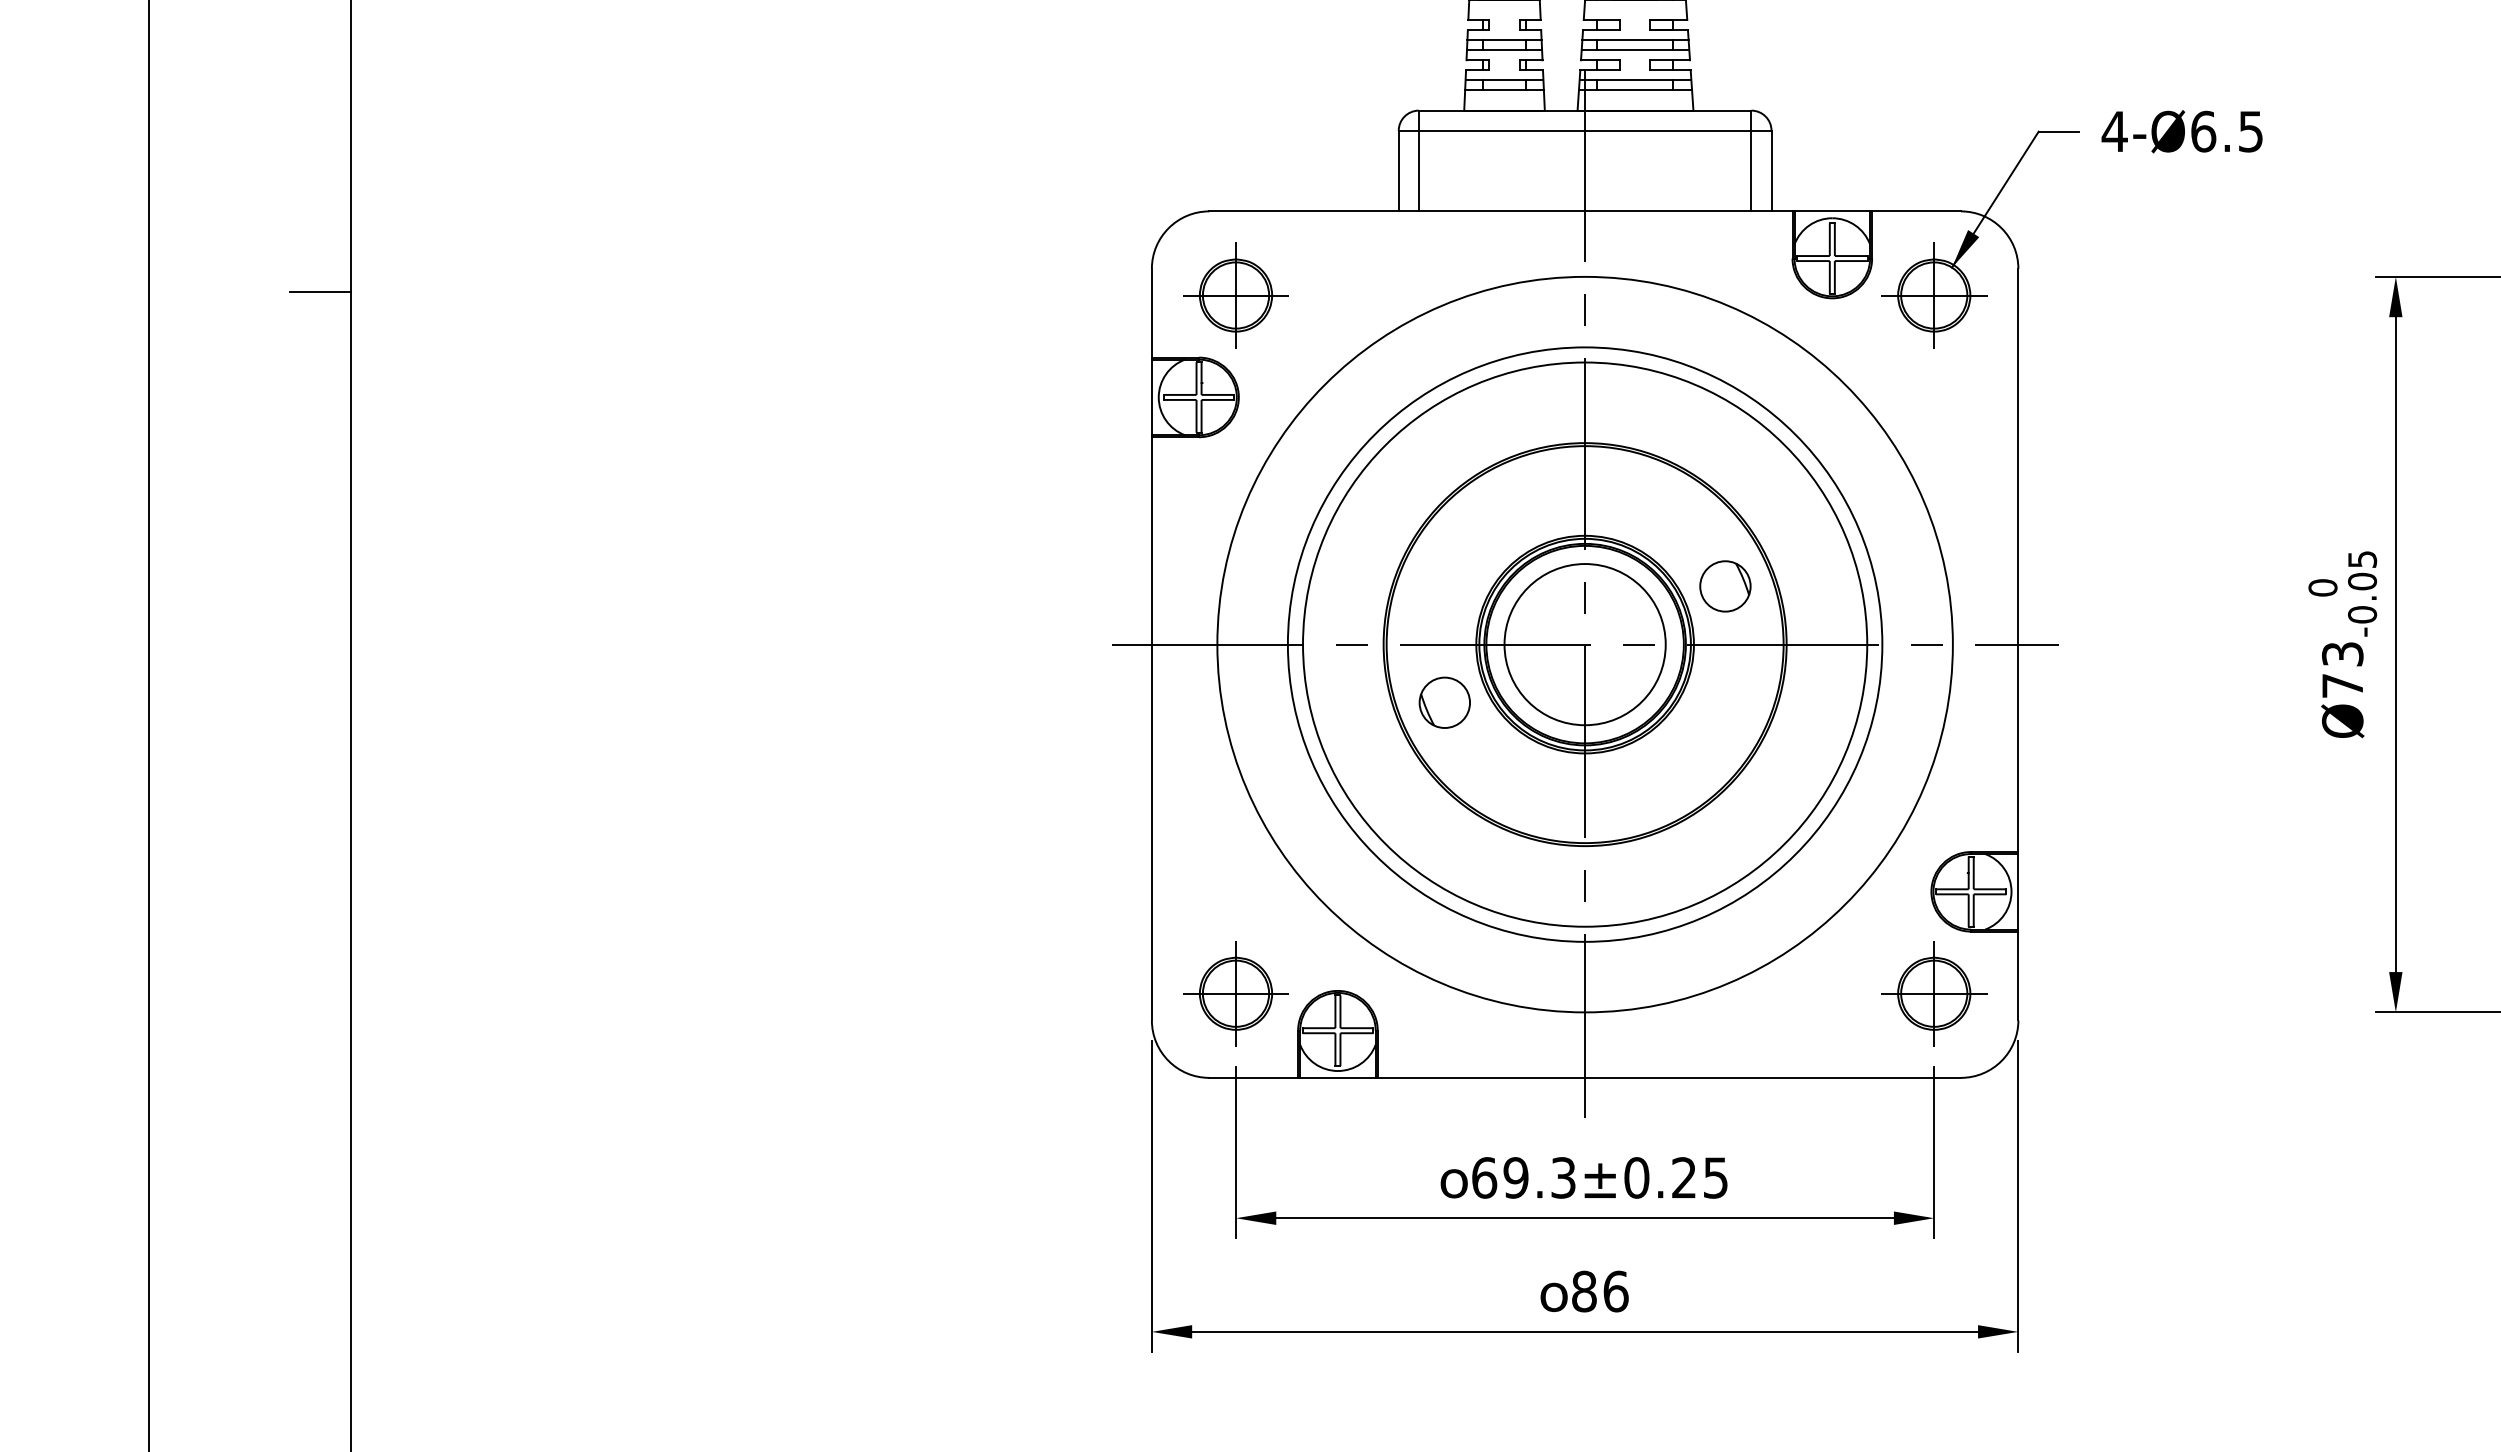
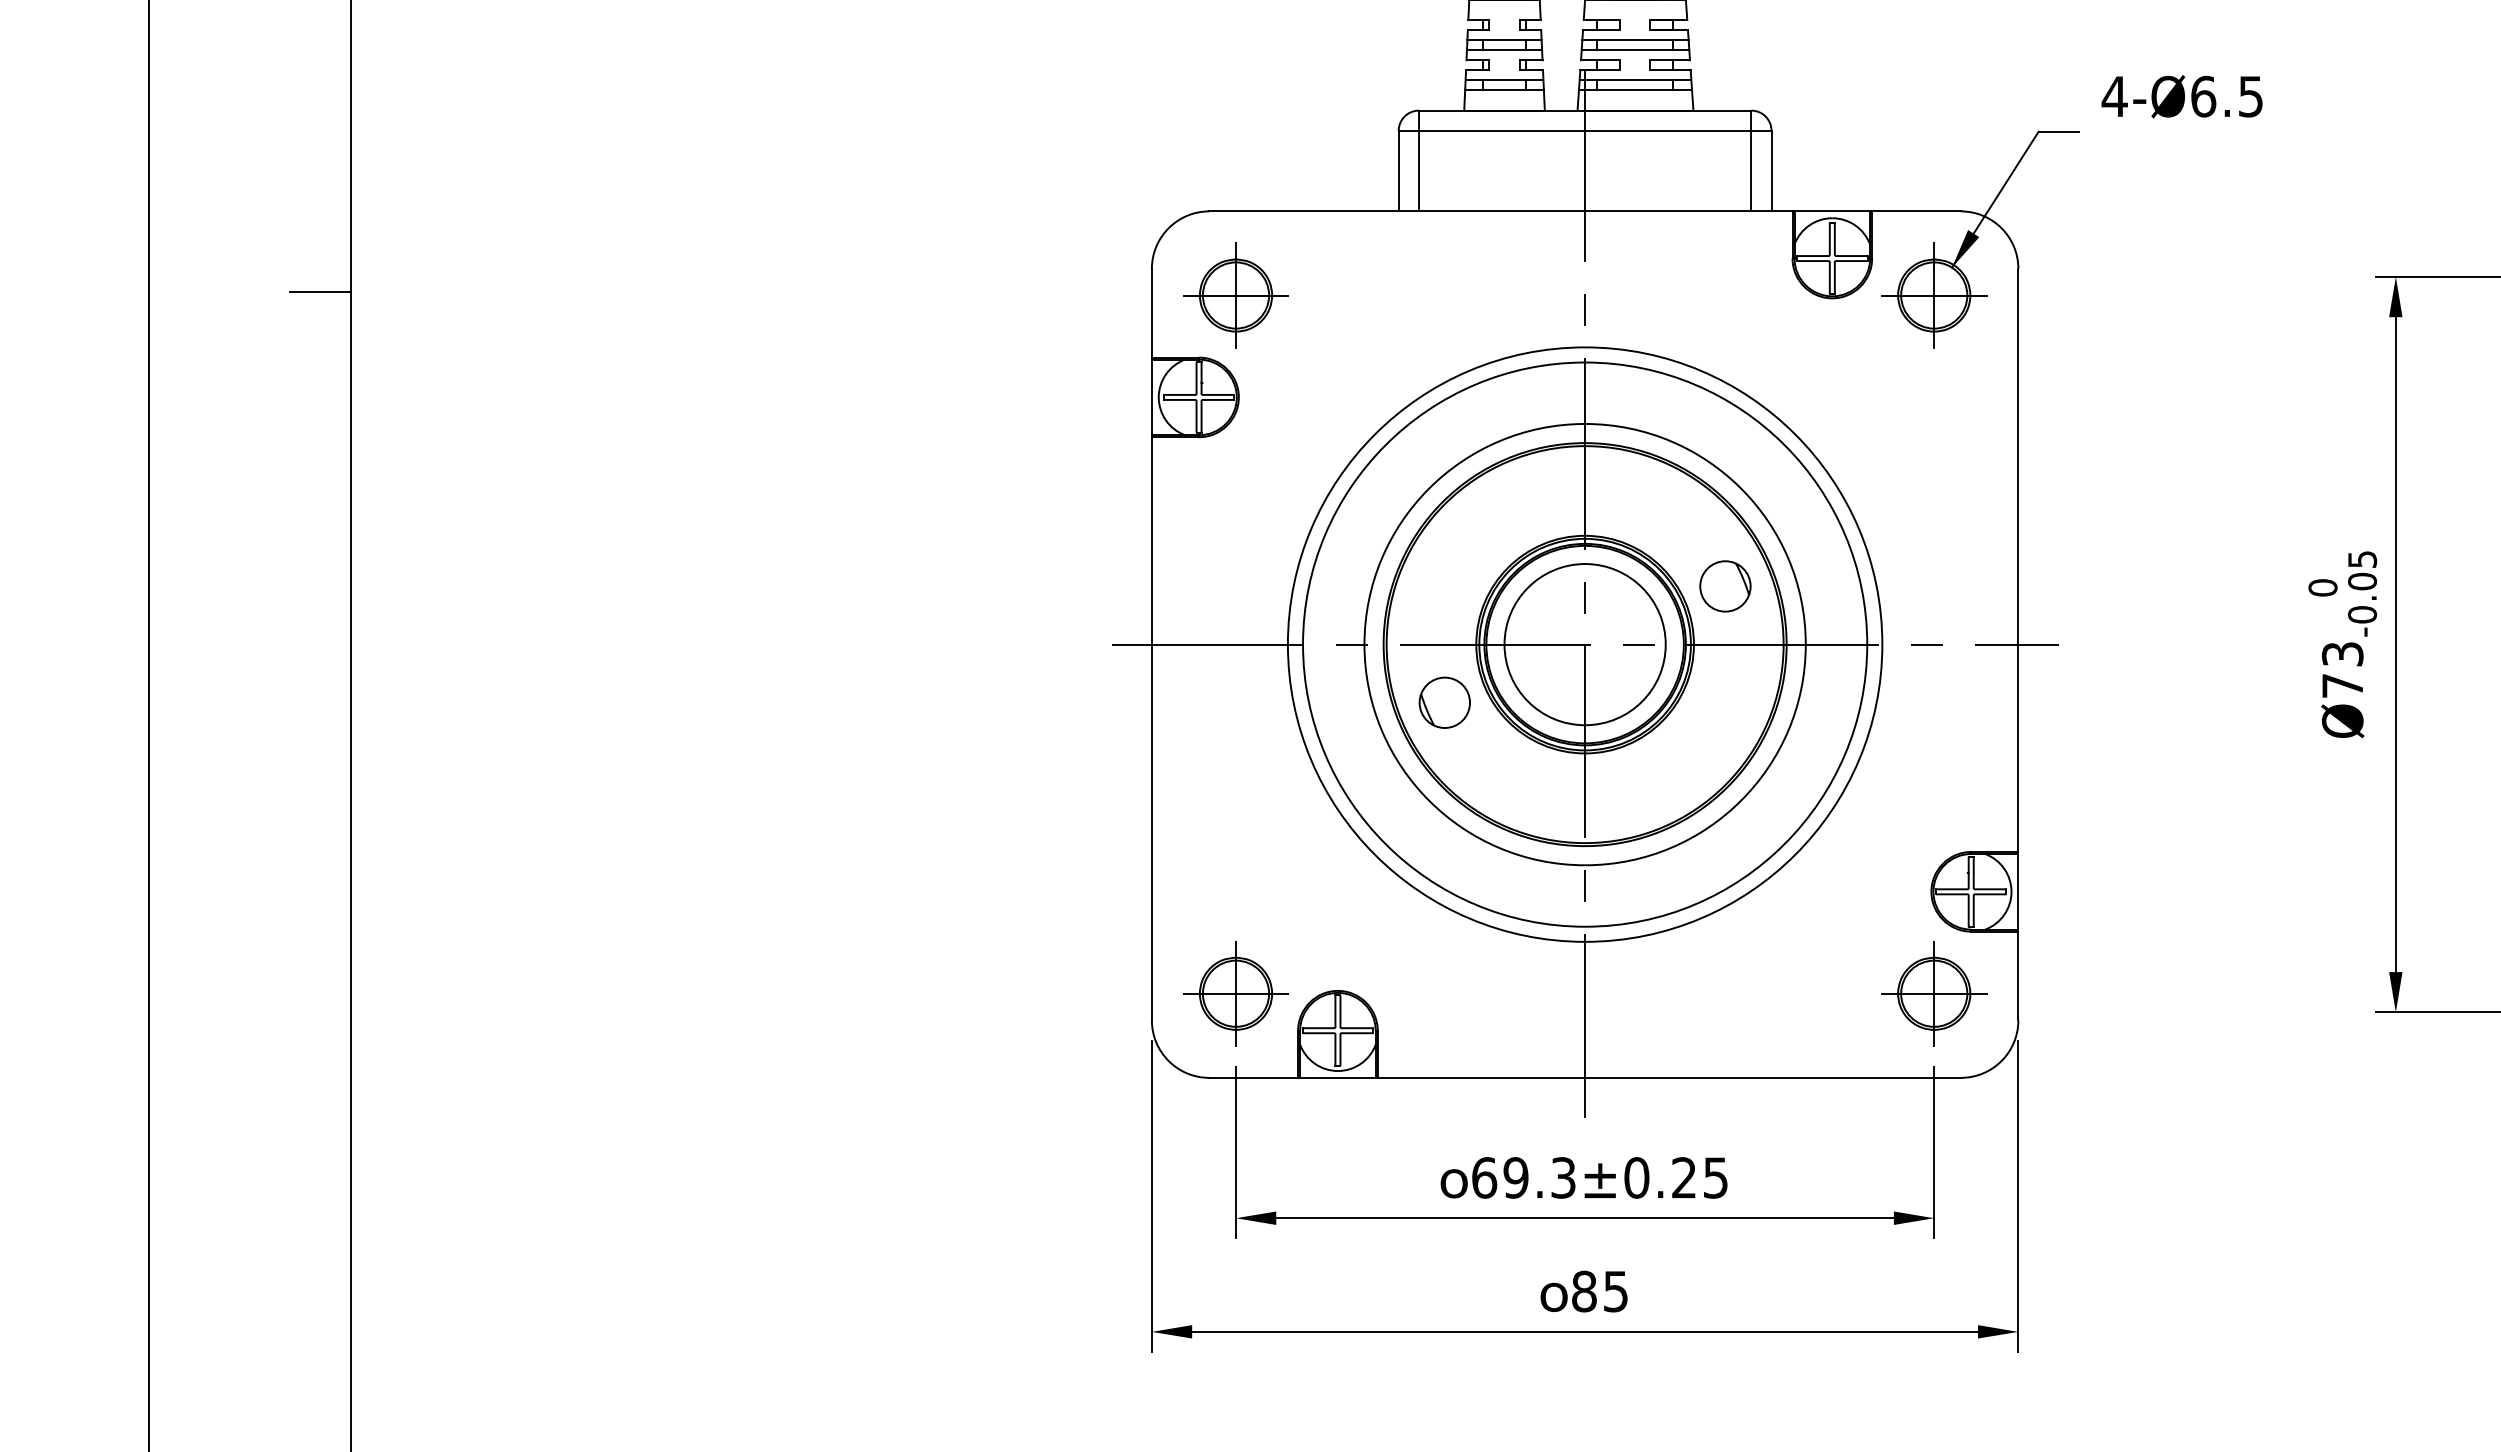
text at (2181, 131) position: (2181, 131) -> (2181, 96)
circle at (1584, 644) diameter: 736 px -> 441 px
text at (1615, 1291): 86 -> 85
